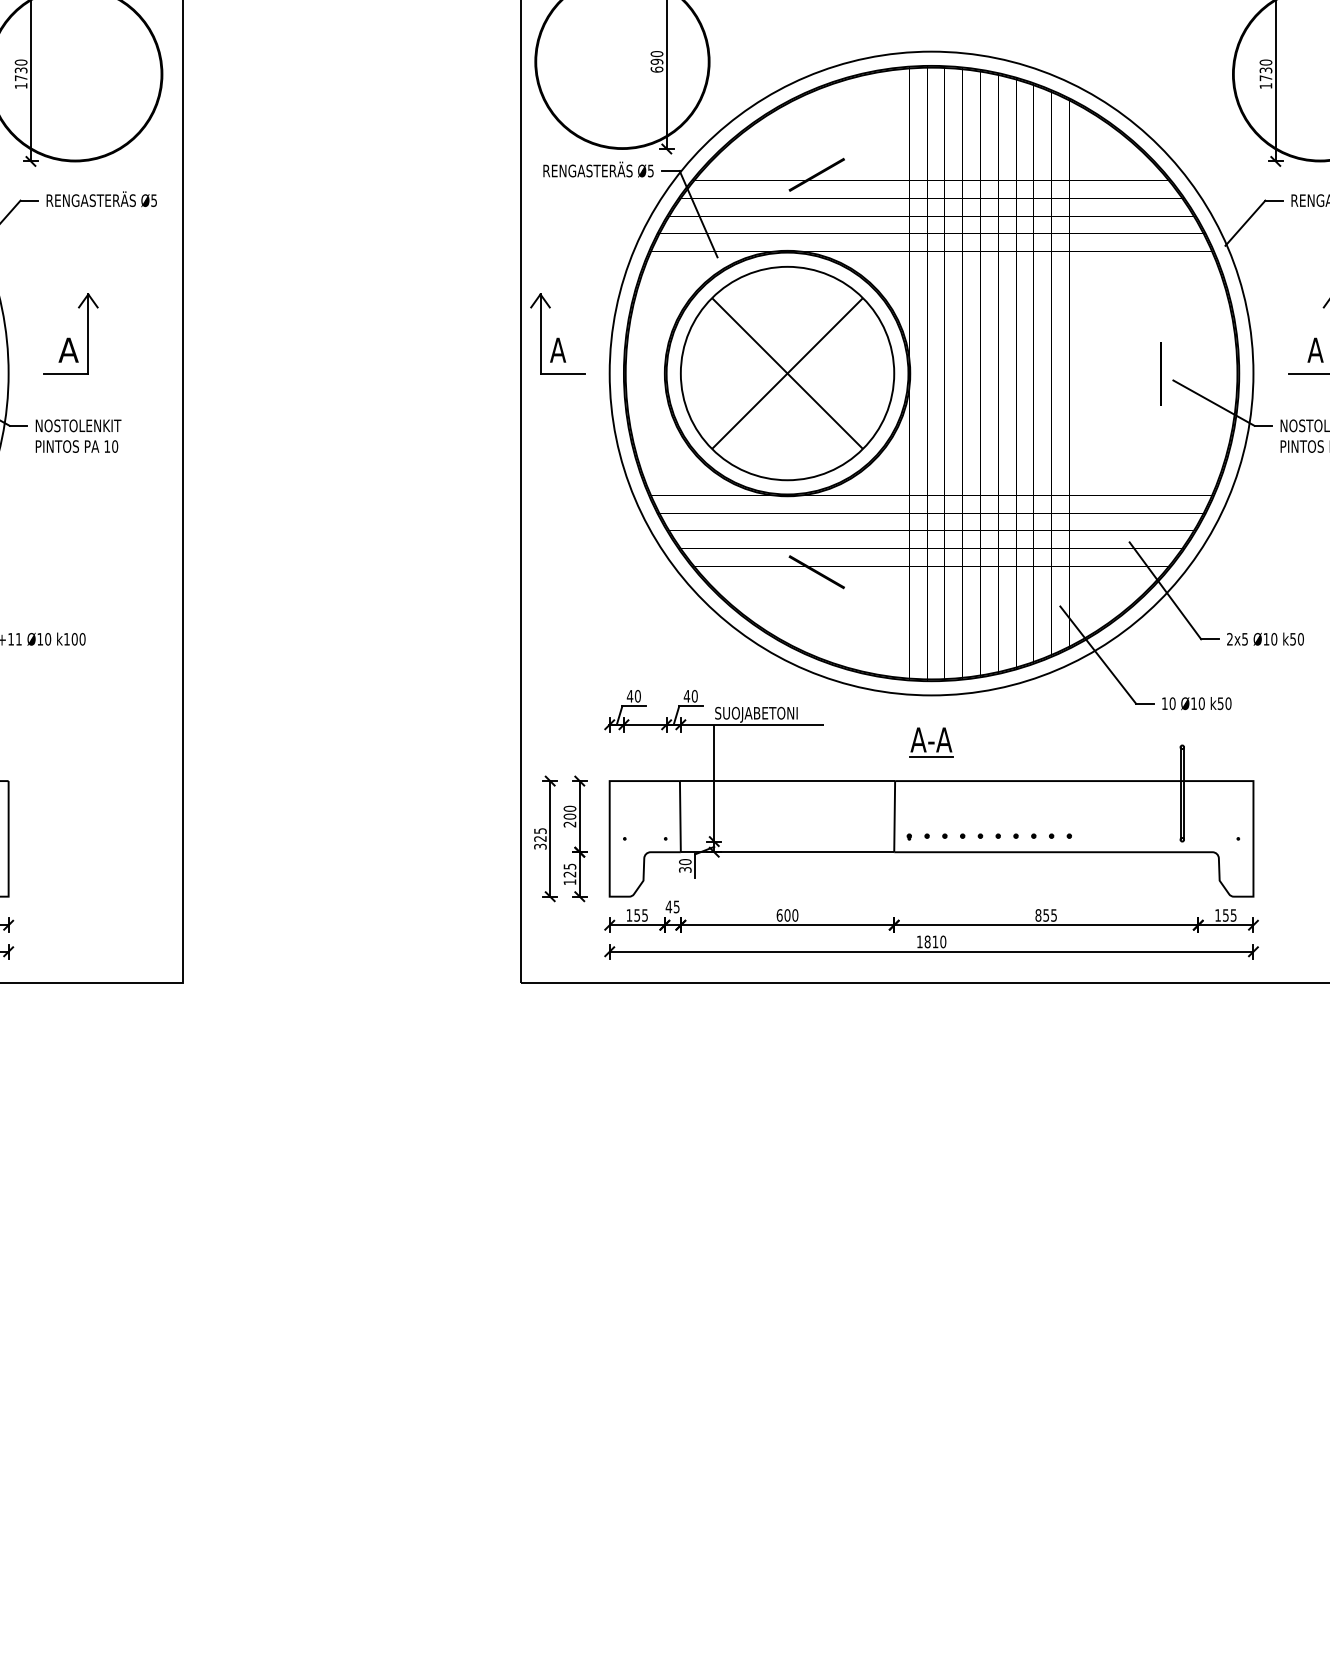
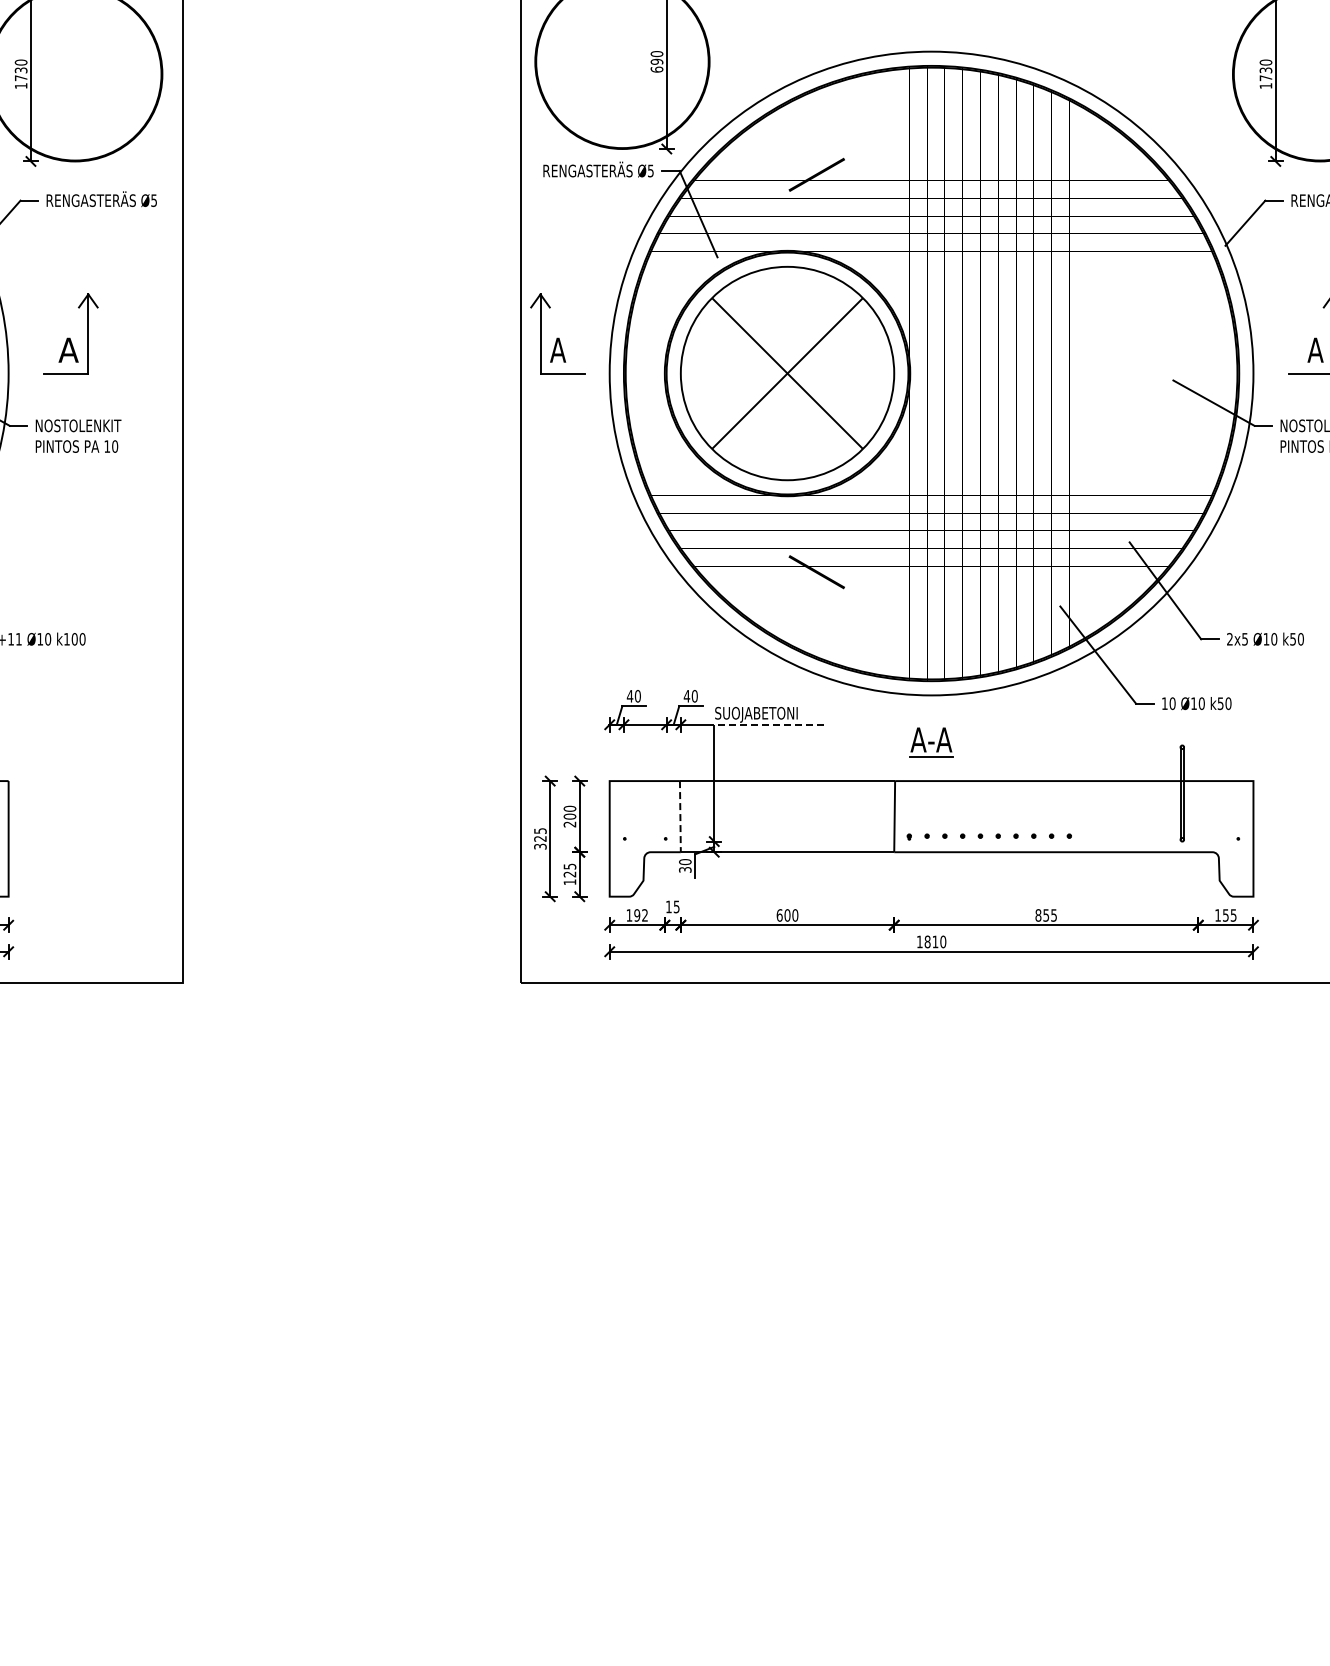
line at (1160, 373): present -> none
line at (768, 724): solid -> dashed
line at (680, 816): solid -> dashed
text at (668, 906): 45 -> 15
text at (640, 915): 155 -> 192
